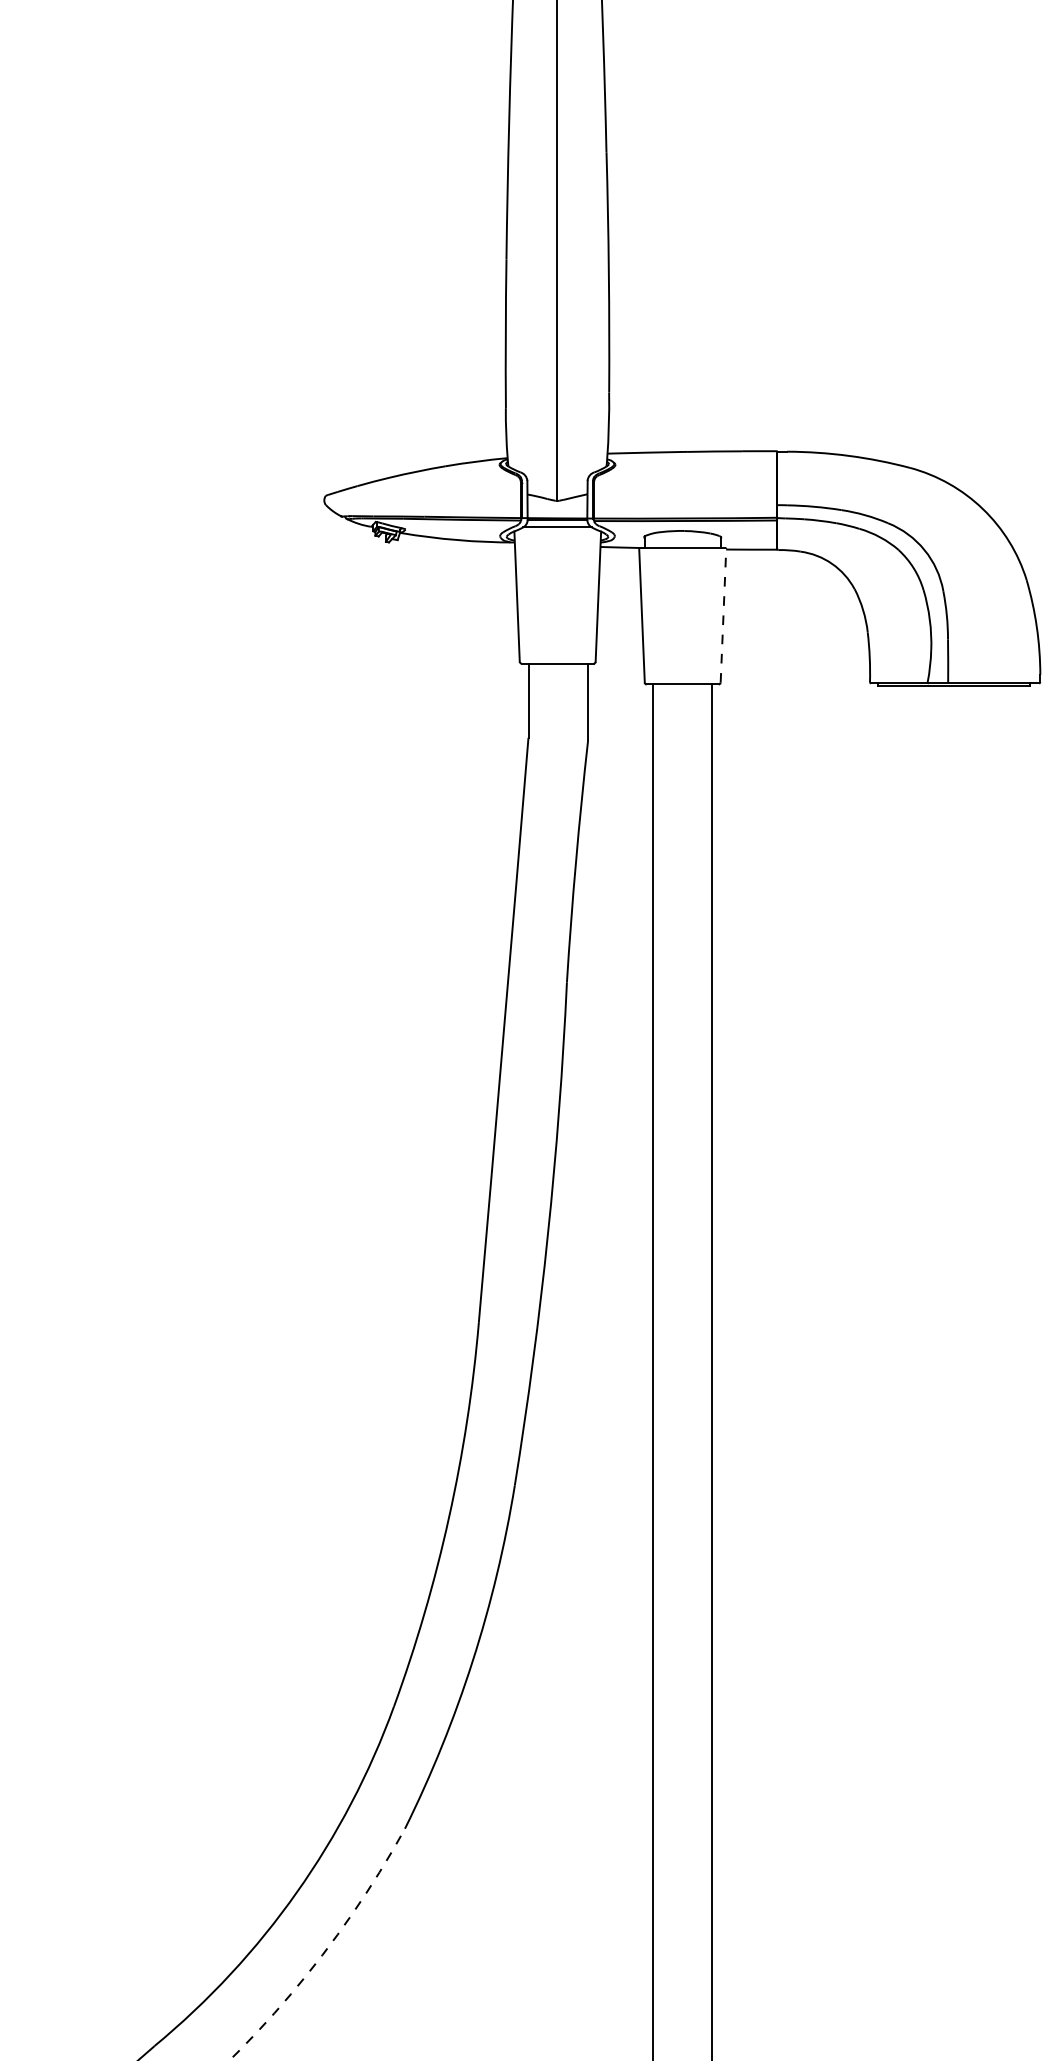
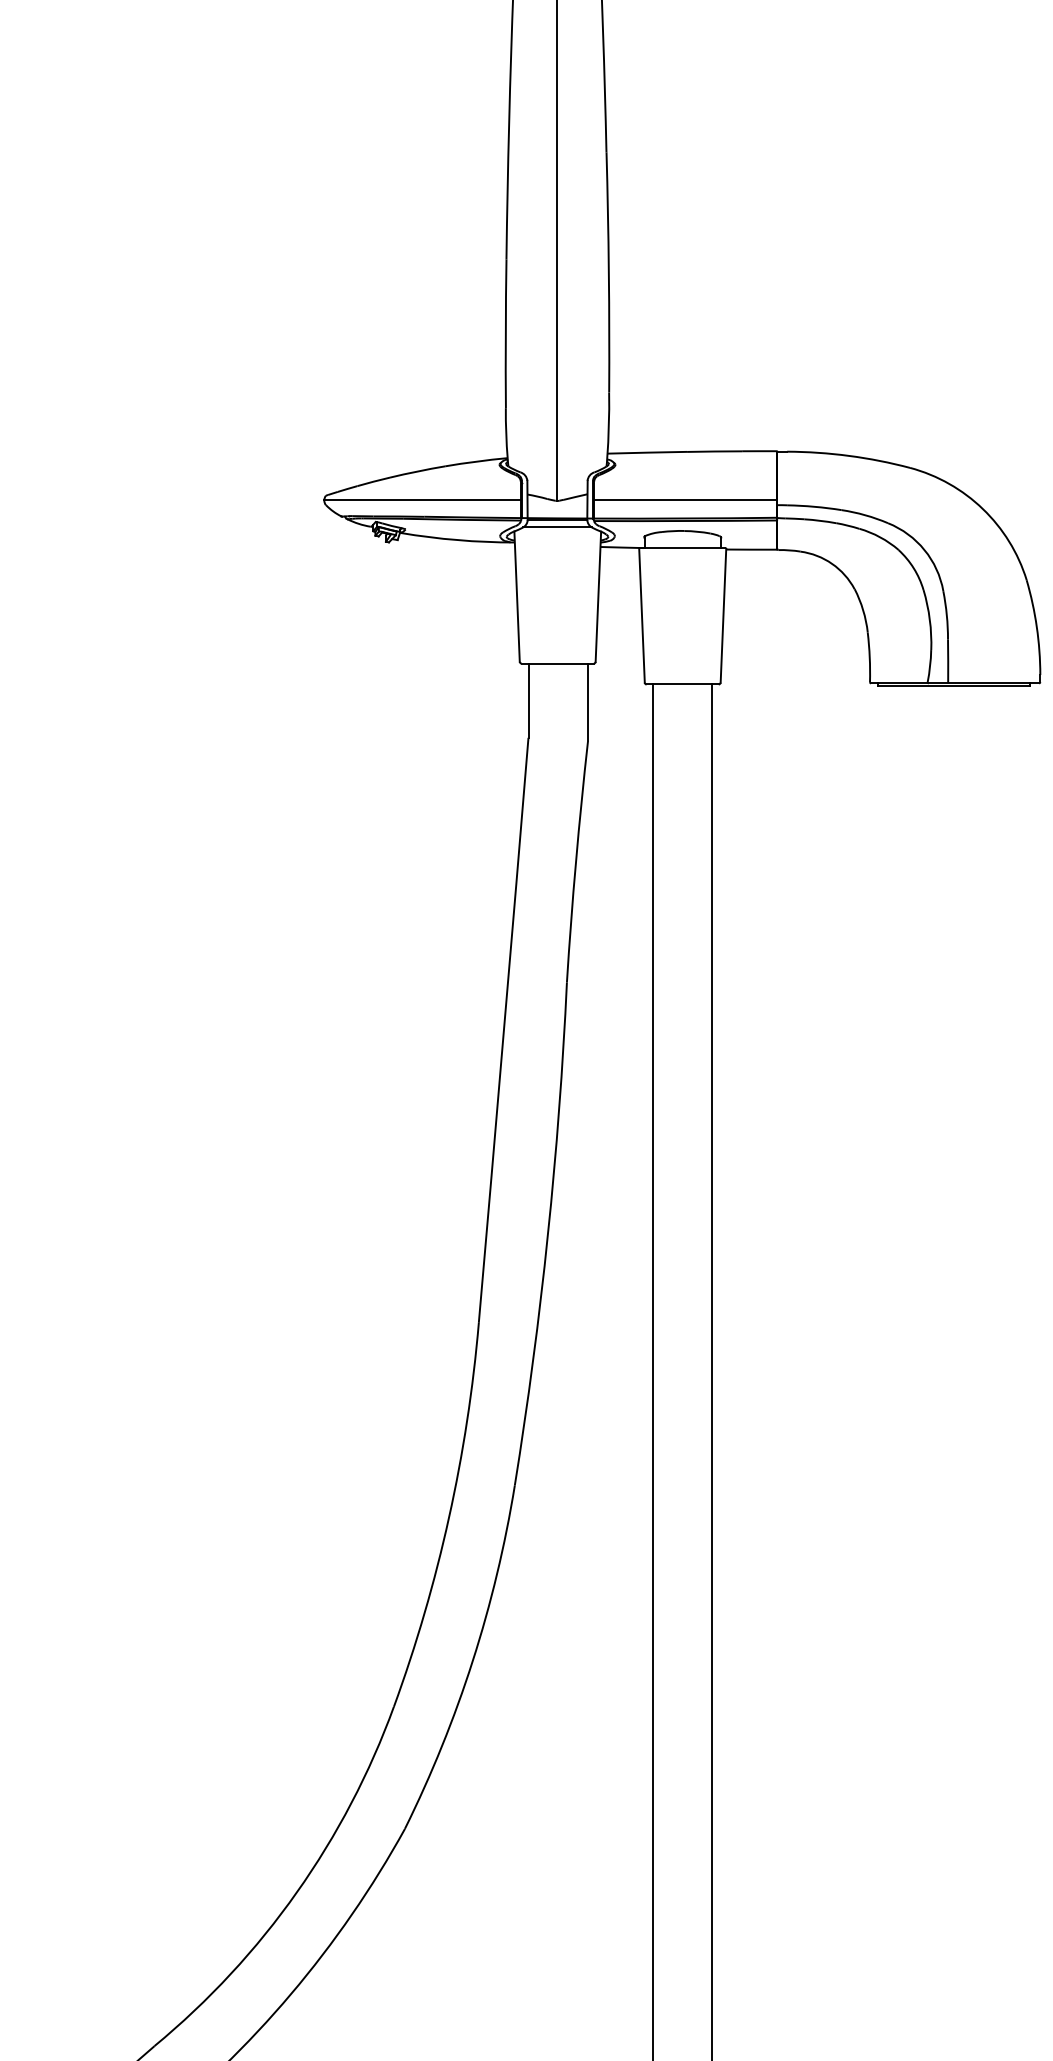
line at (422, 500): none -> present
line at (685, 500): none -> present
line at (723, 615): dashed -> solid
arc at (325, 1951): dashed -> solid
